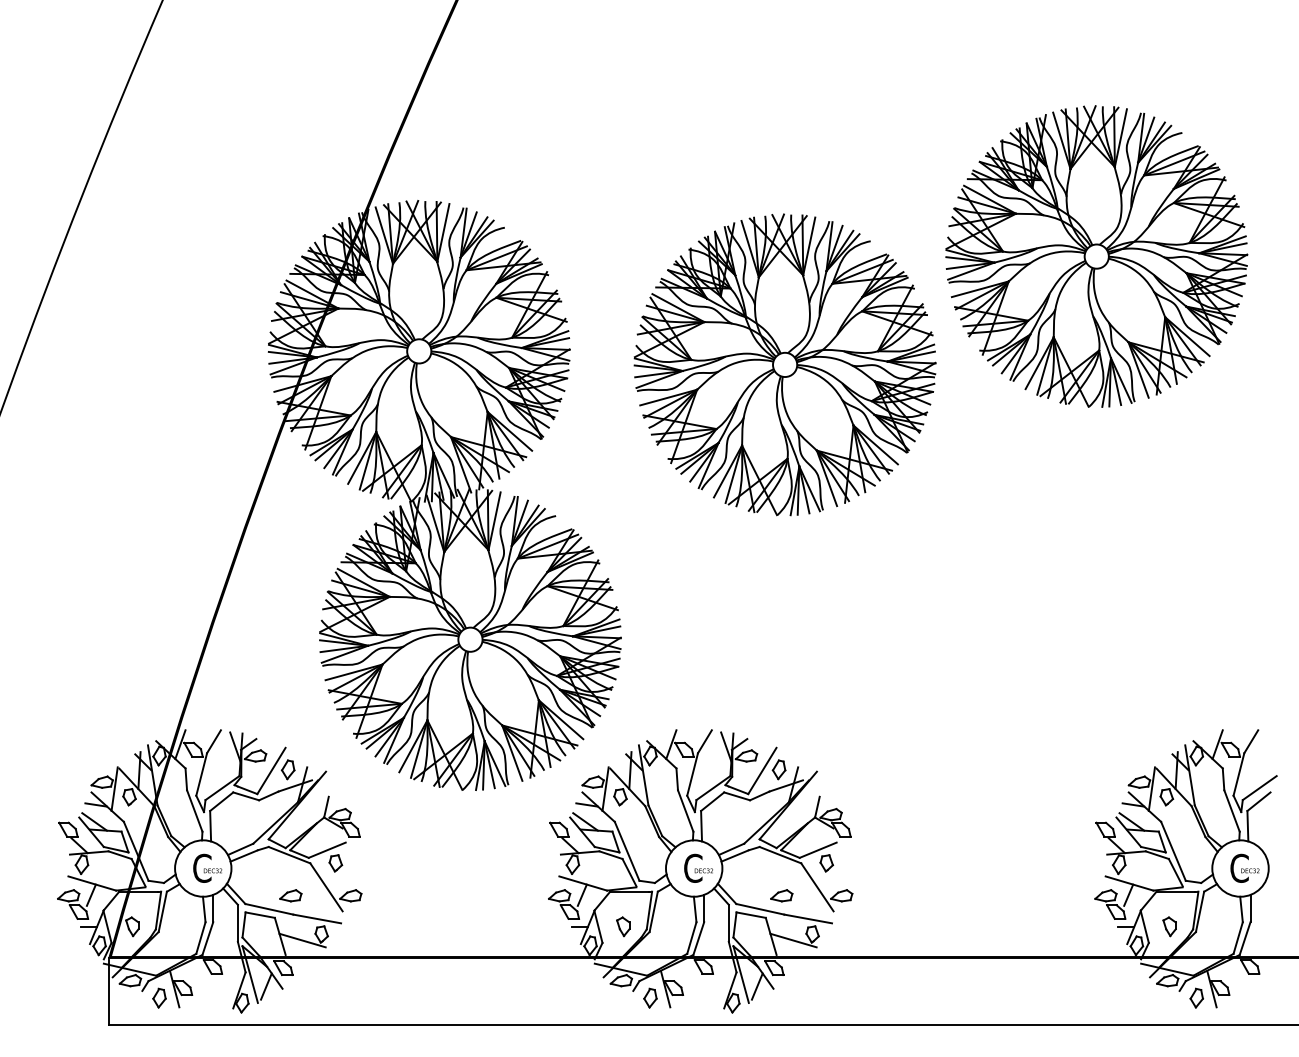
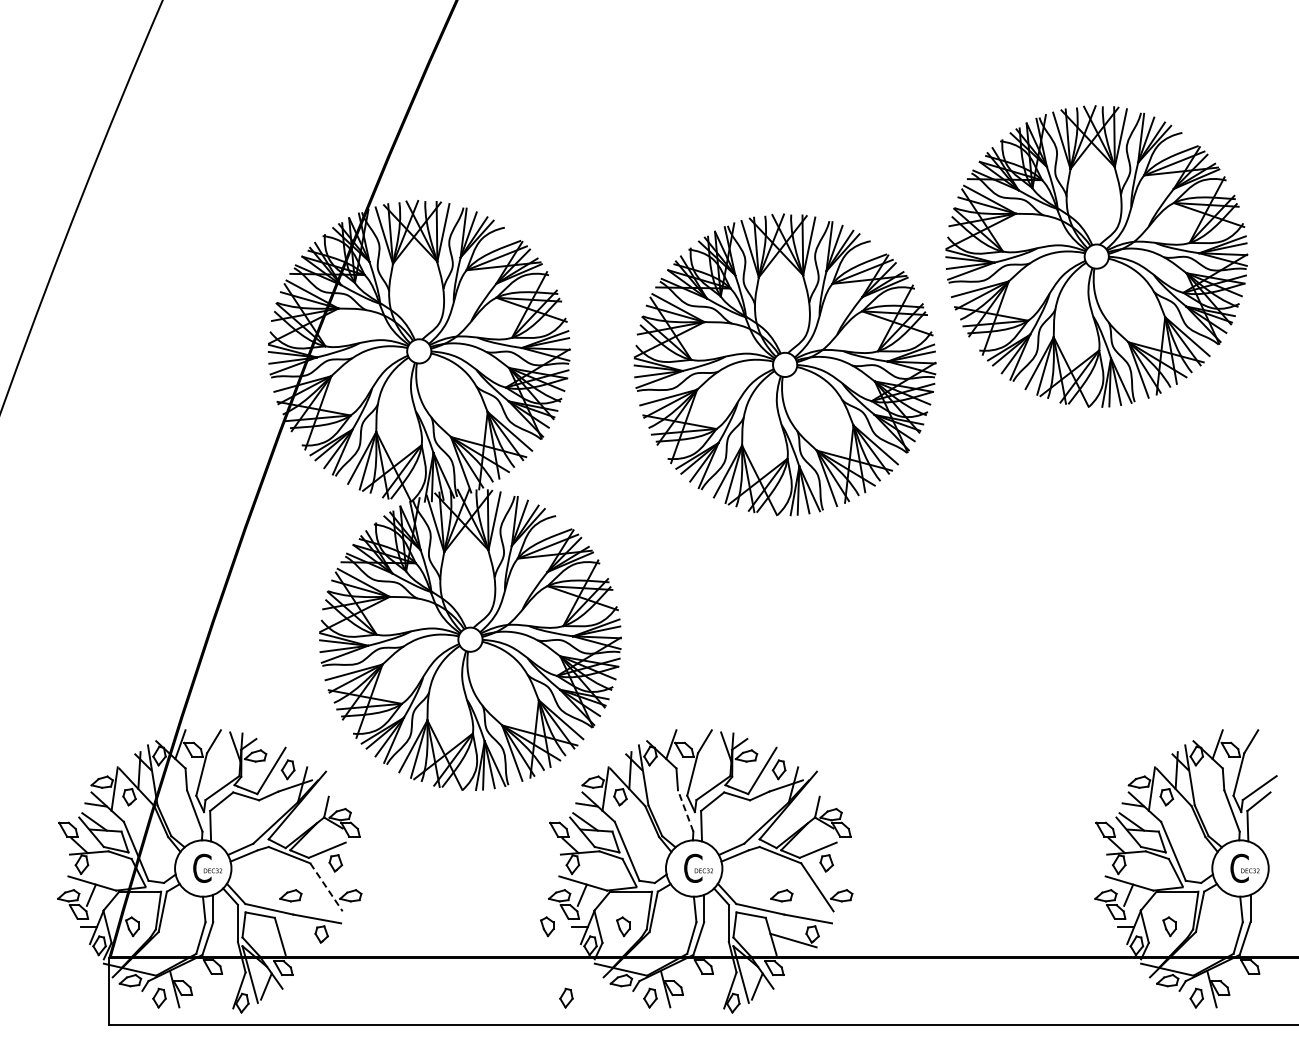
line at (685, 810): solid -> dashed
line at (326, 887): solid -> dashed
part at (547, 926): none -> present
line at (302, 940): present -> none
part at (566, 997): none -> present
